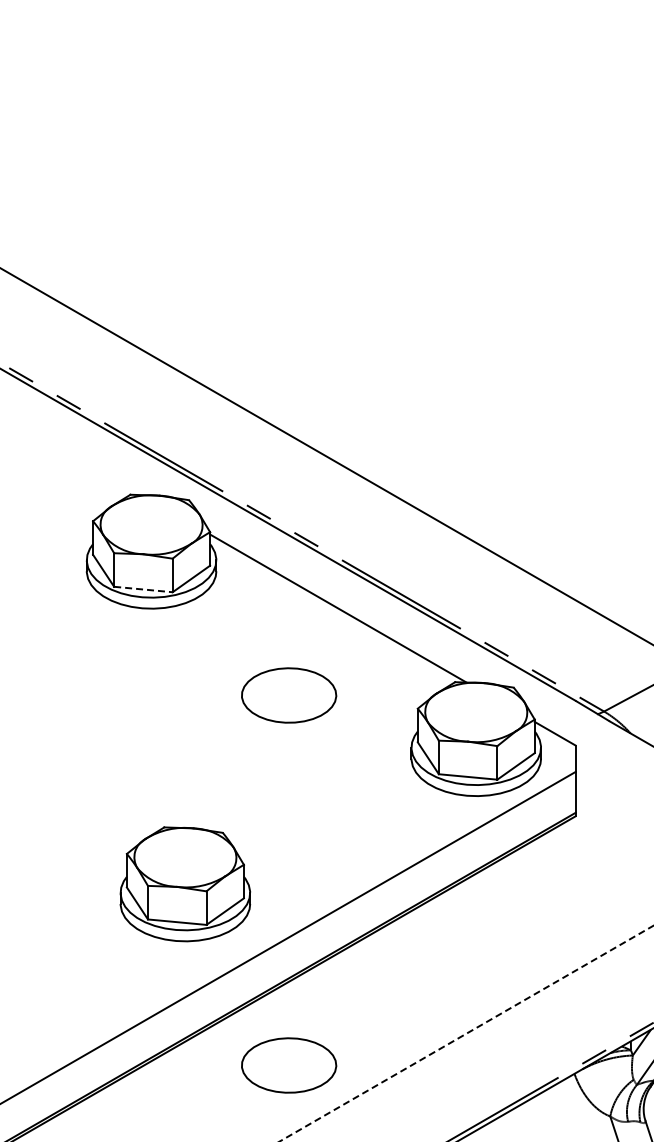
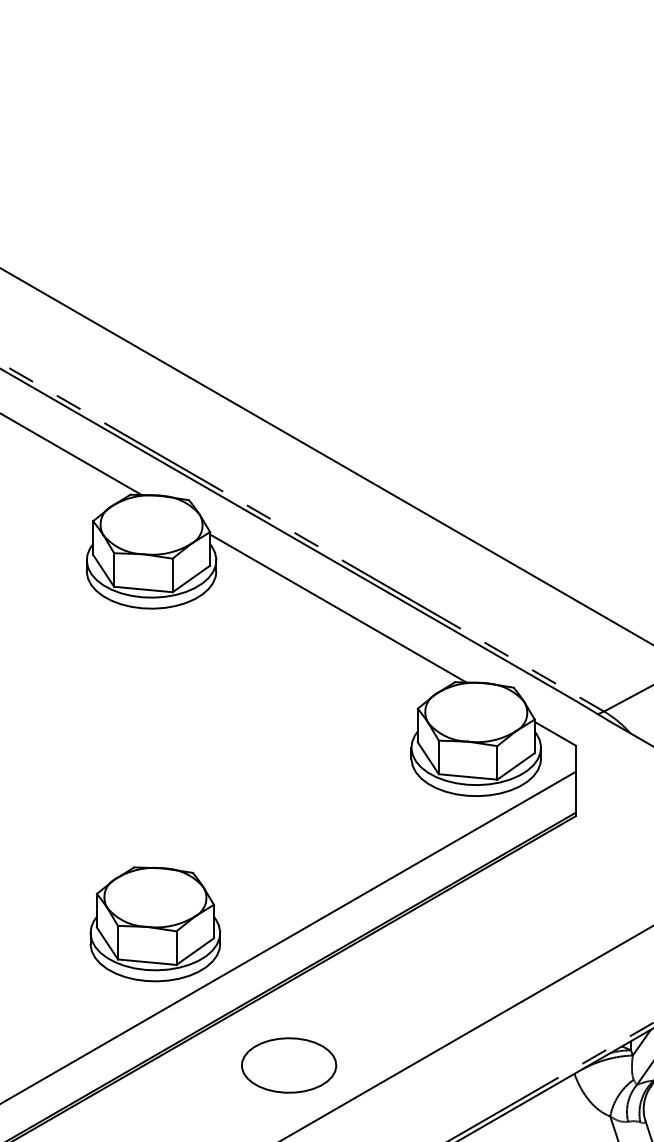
line at (71, 454): none -> present
line at (143, 589): dashed -> solid
part at (289, 695): present -> none
part at (185, 884) position: (185, 884) -> (155, 924)
line at (466, 1033): dashed -> solid
